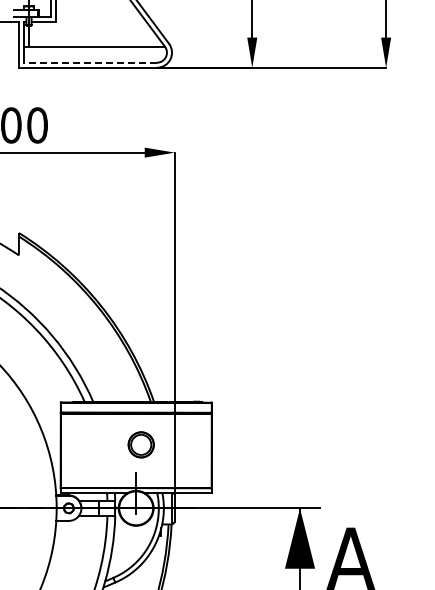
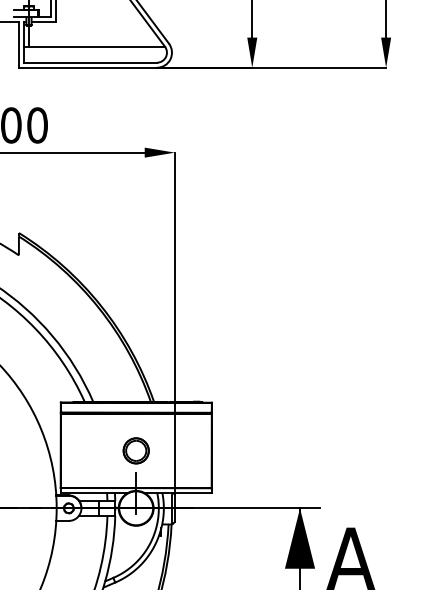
line at (89, 62): dashed -> solid
part at (140, 444) position: (140, 444) -> (135, 450)
